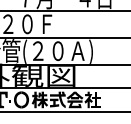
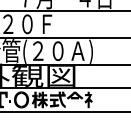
fill at (95, 99): present -> none
fill at (74, 104): present -> none
